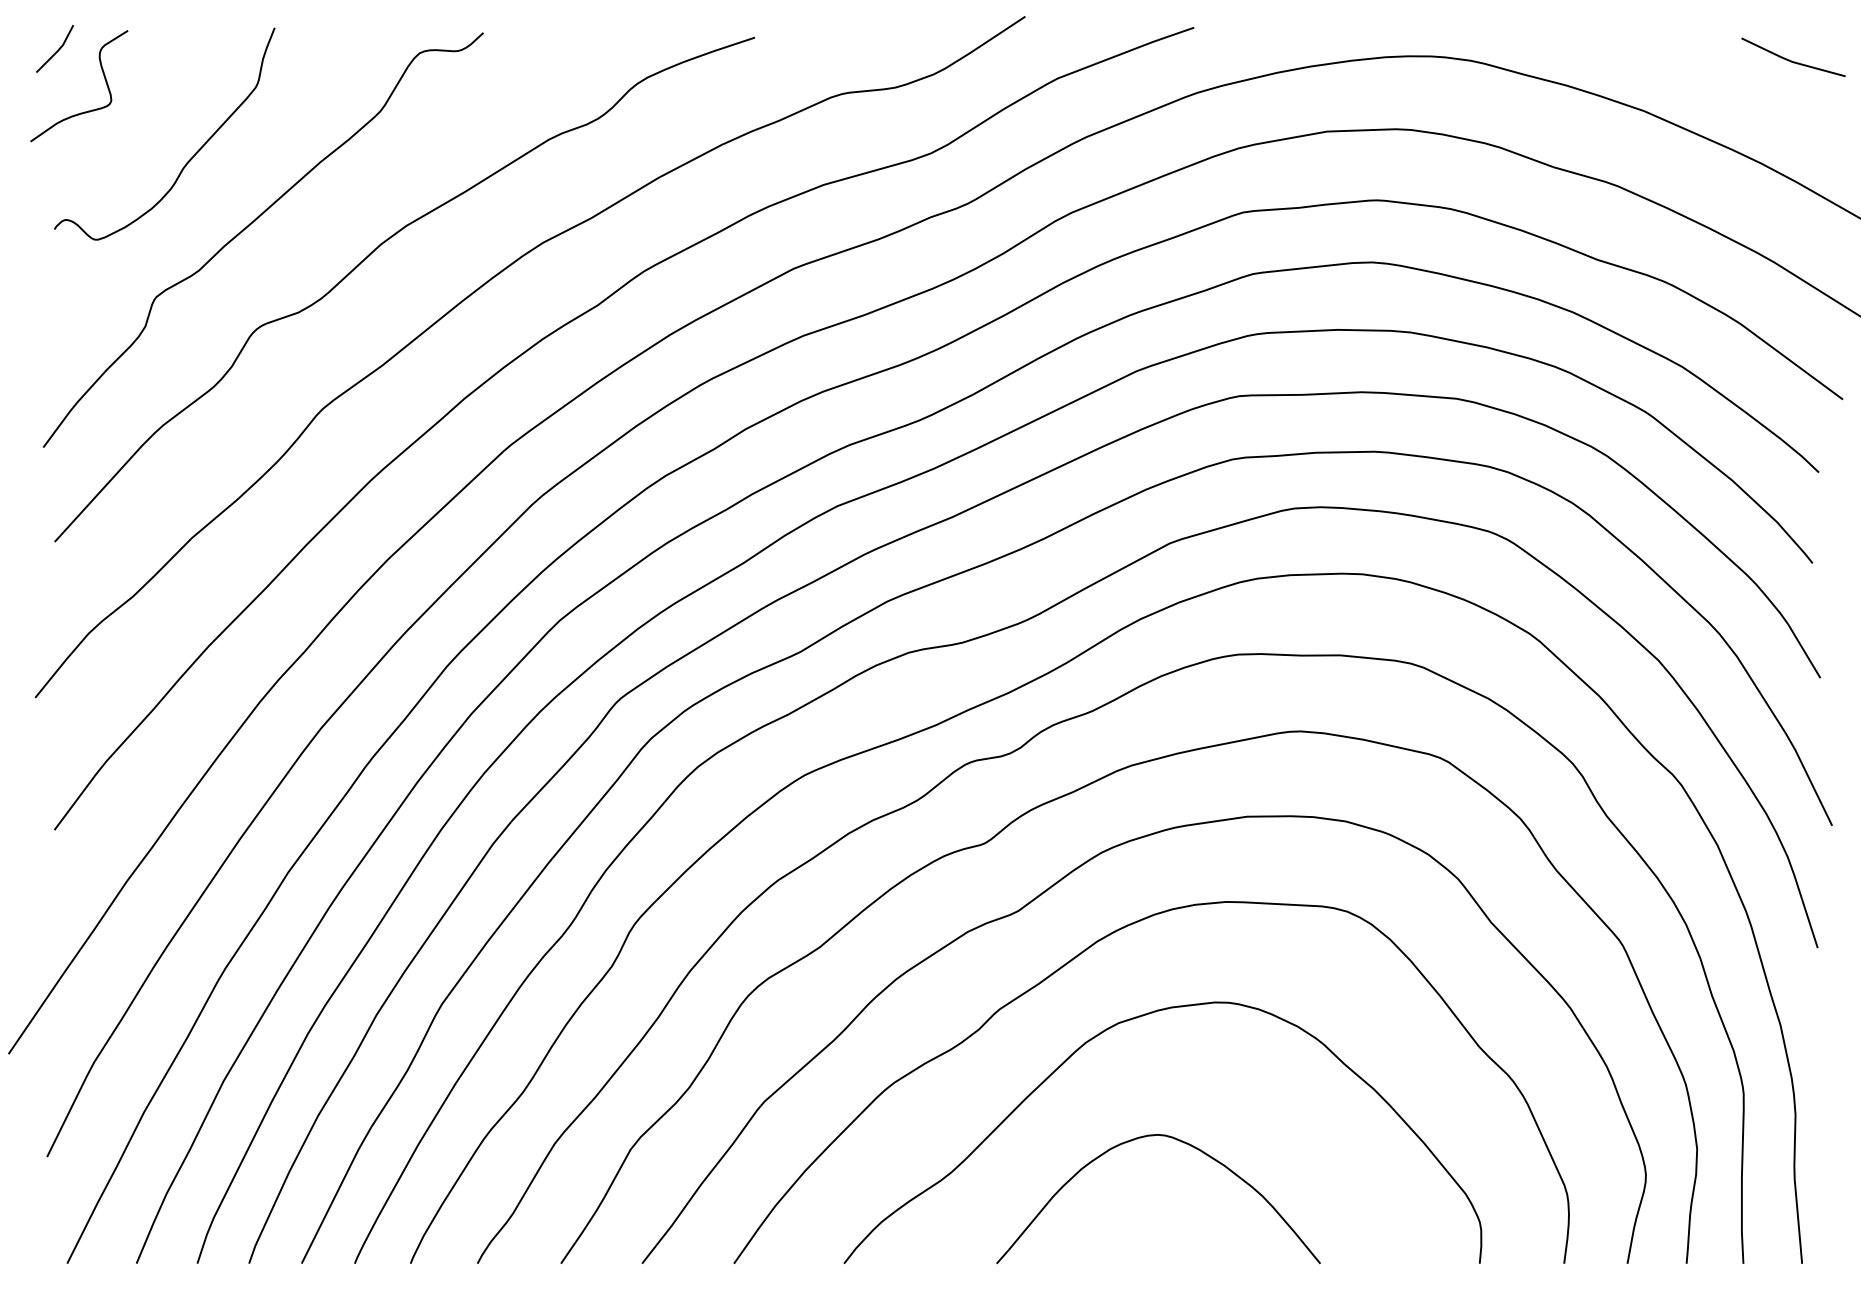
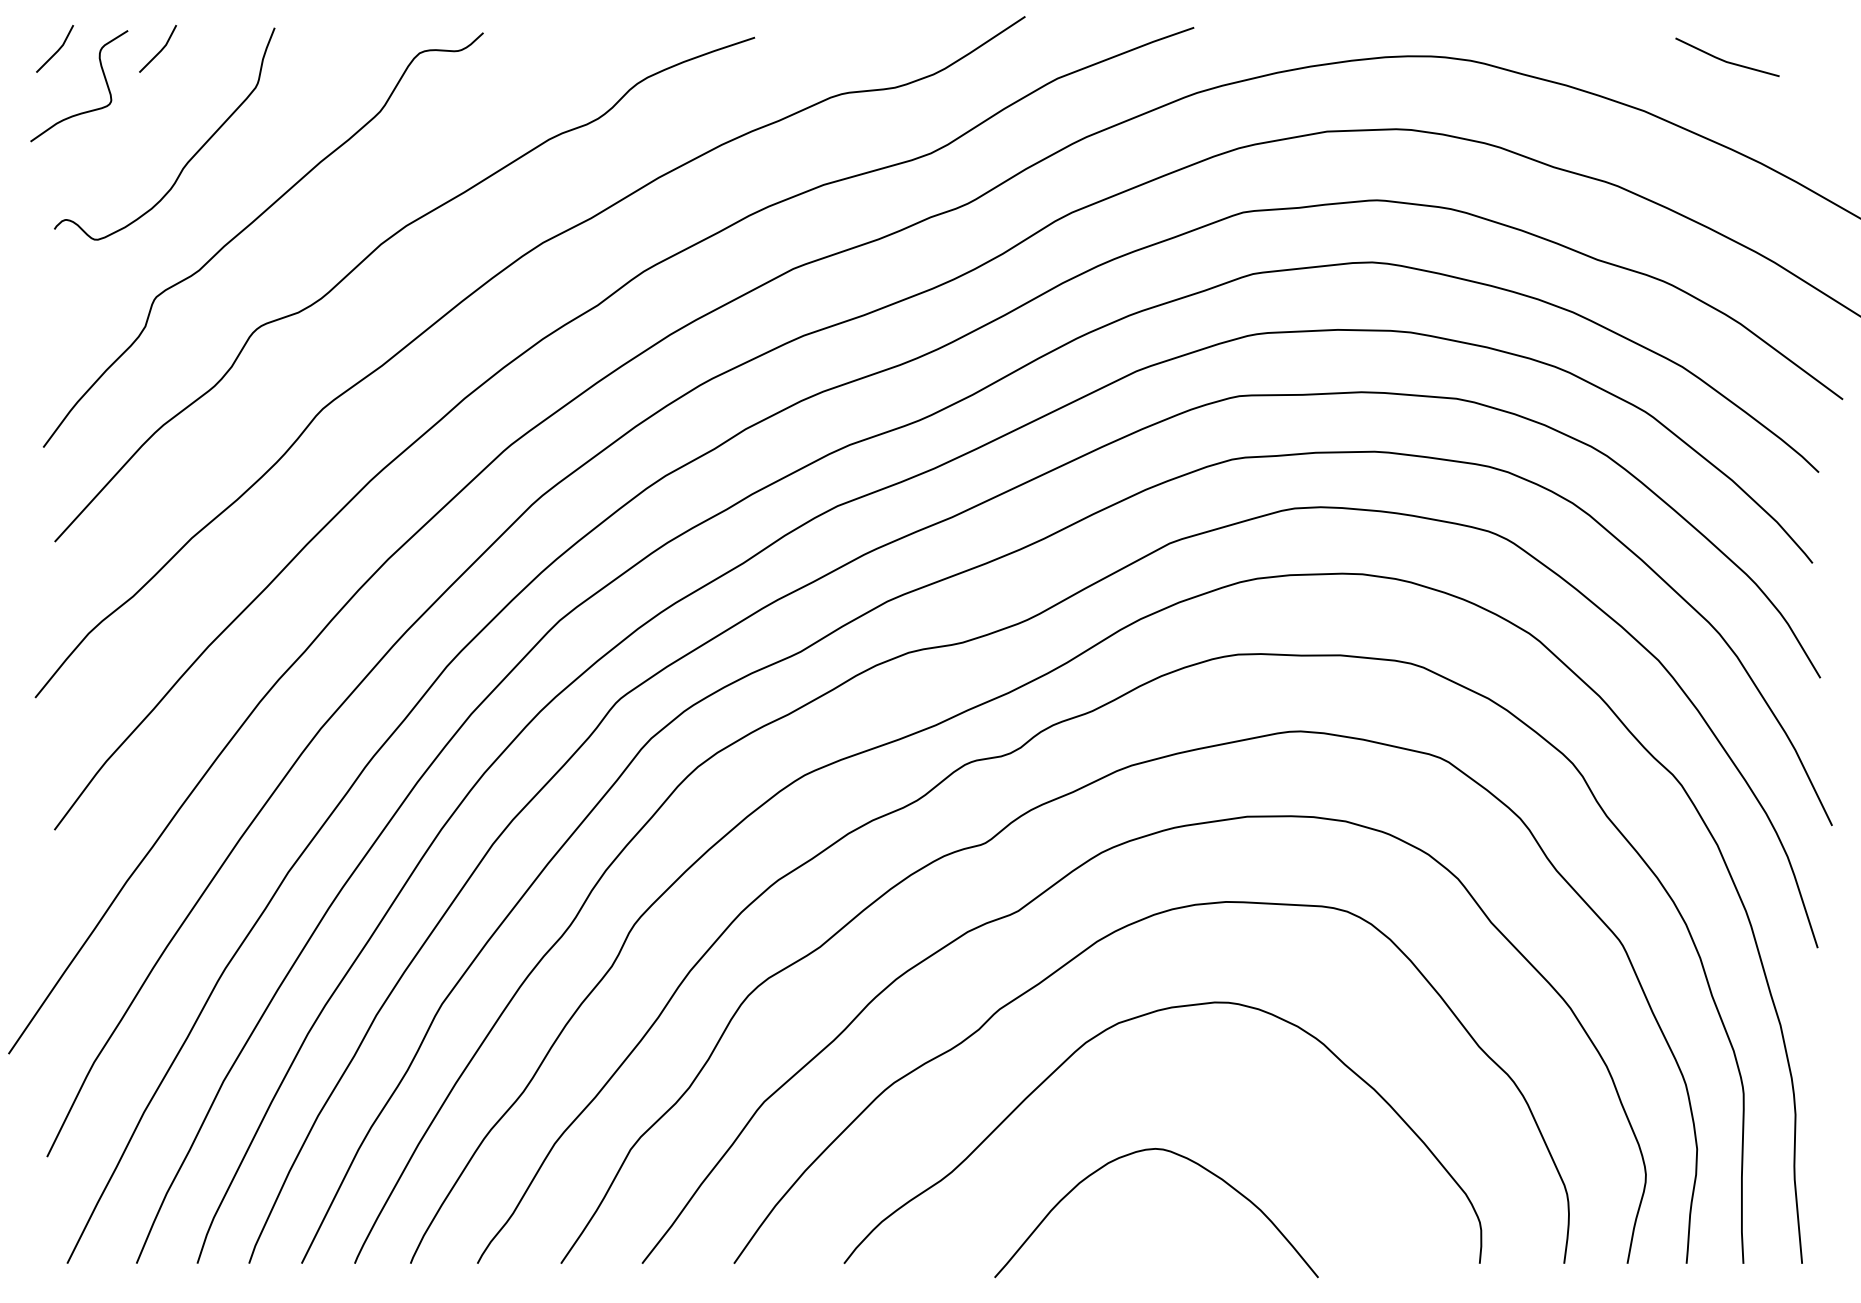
line at (160, 49): none -> present
line at (1791, 60) position: (1791, 60) -> (1725, 60)
curve at (1181, 1142) position: (1181, 1142) -> (1179, 1156)
